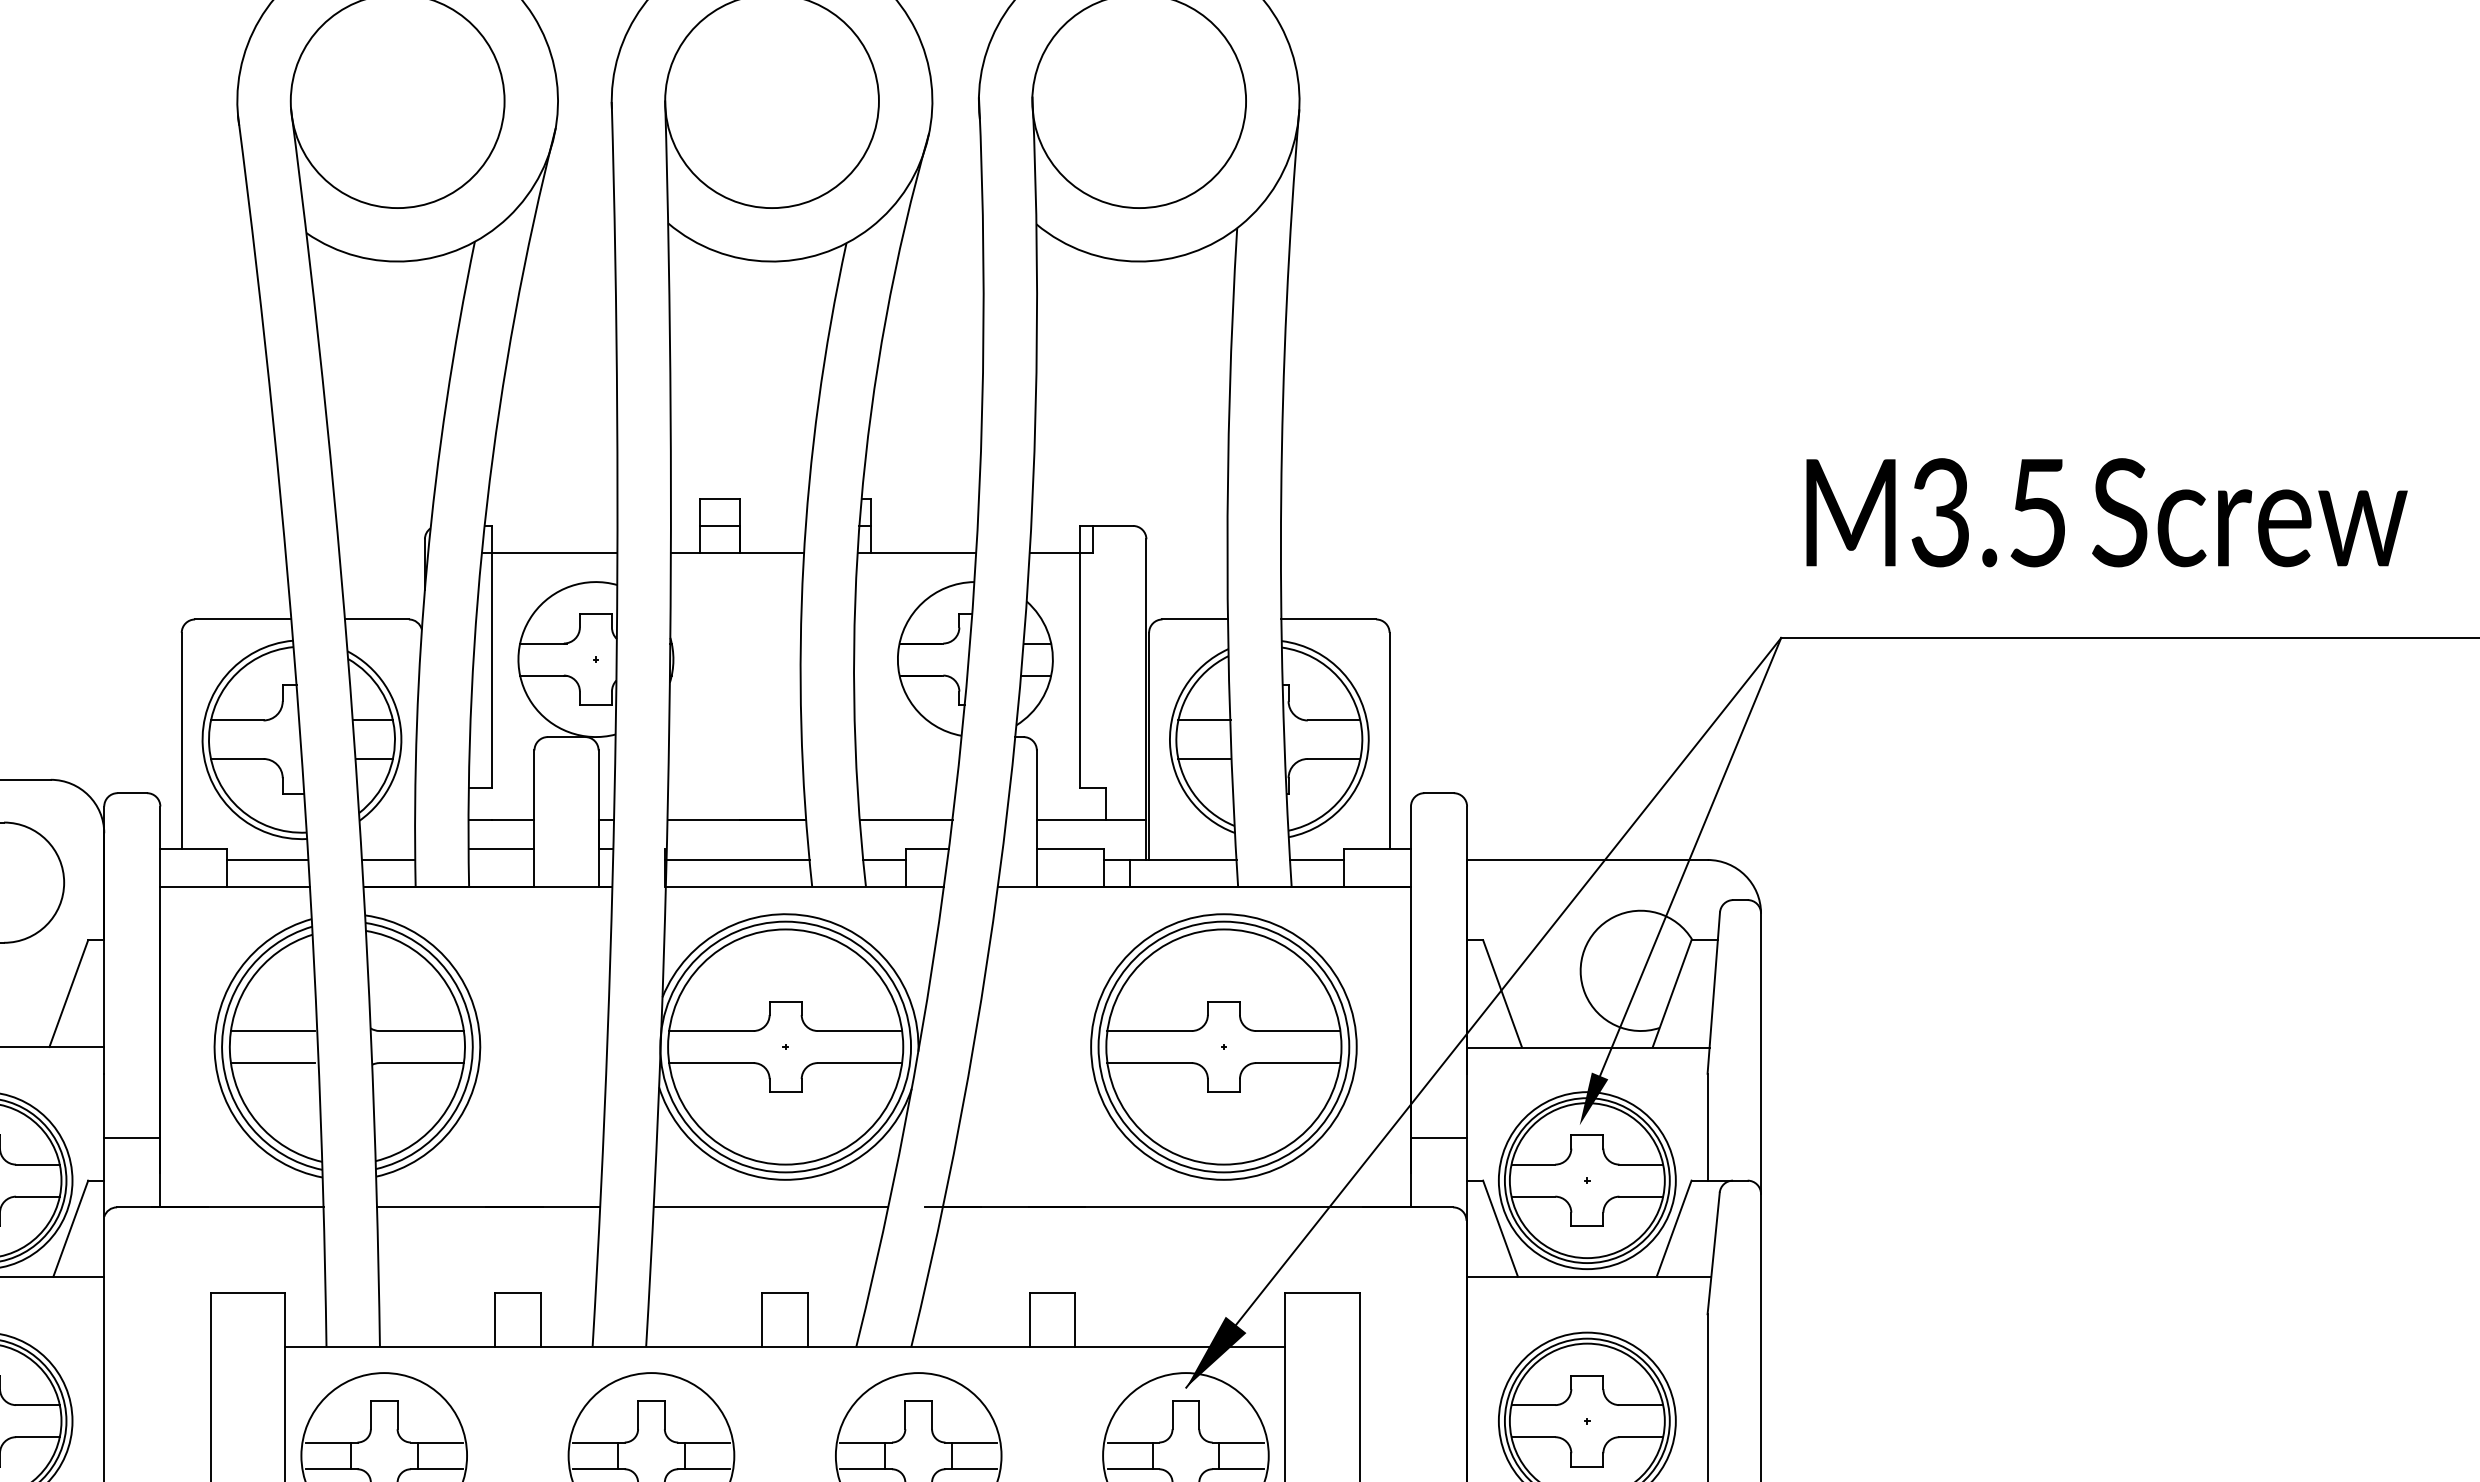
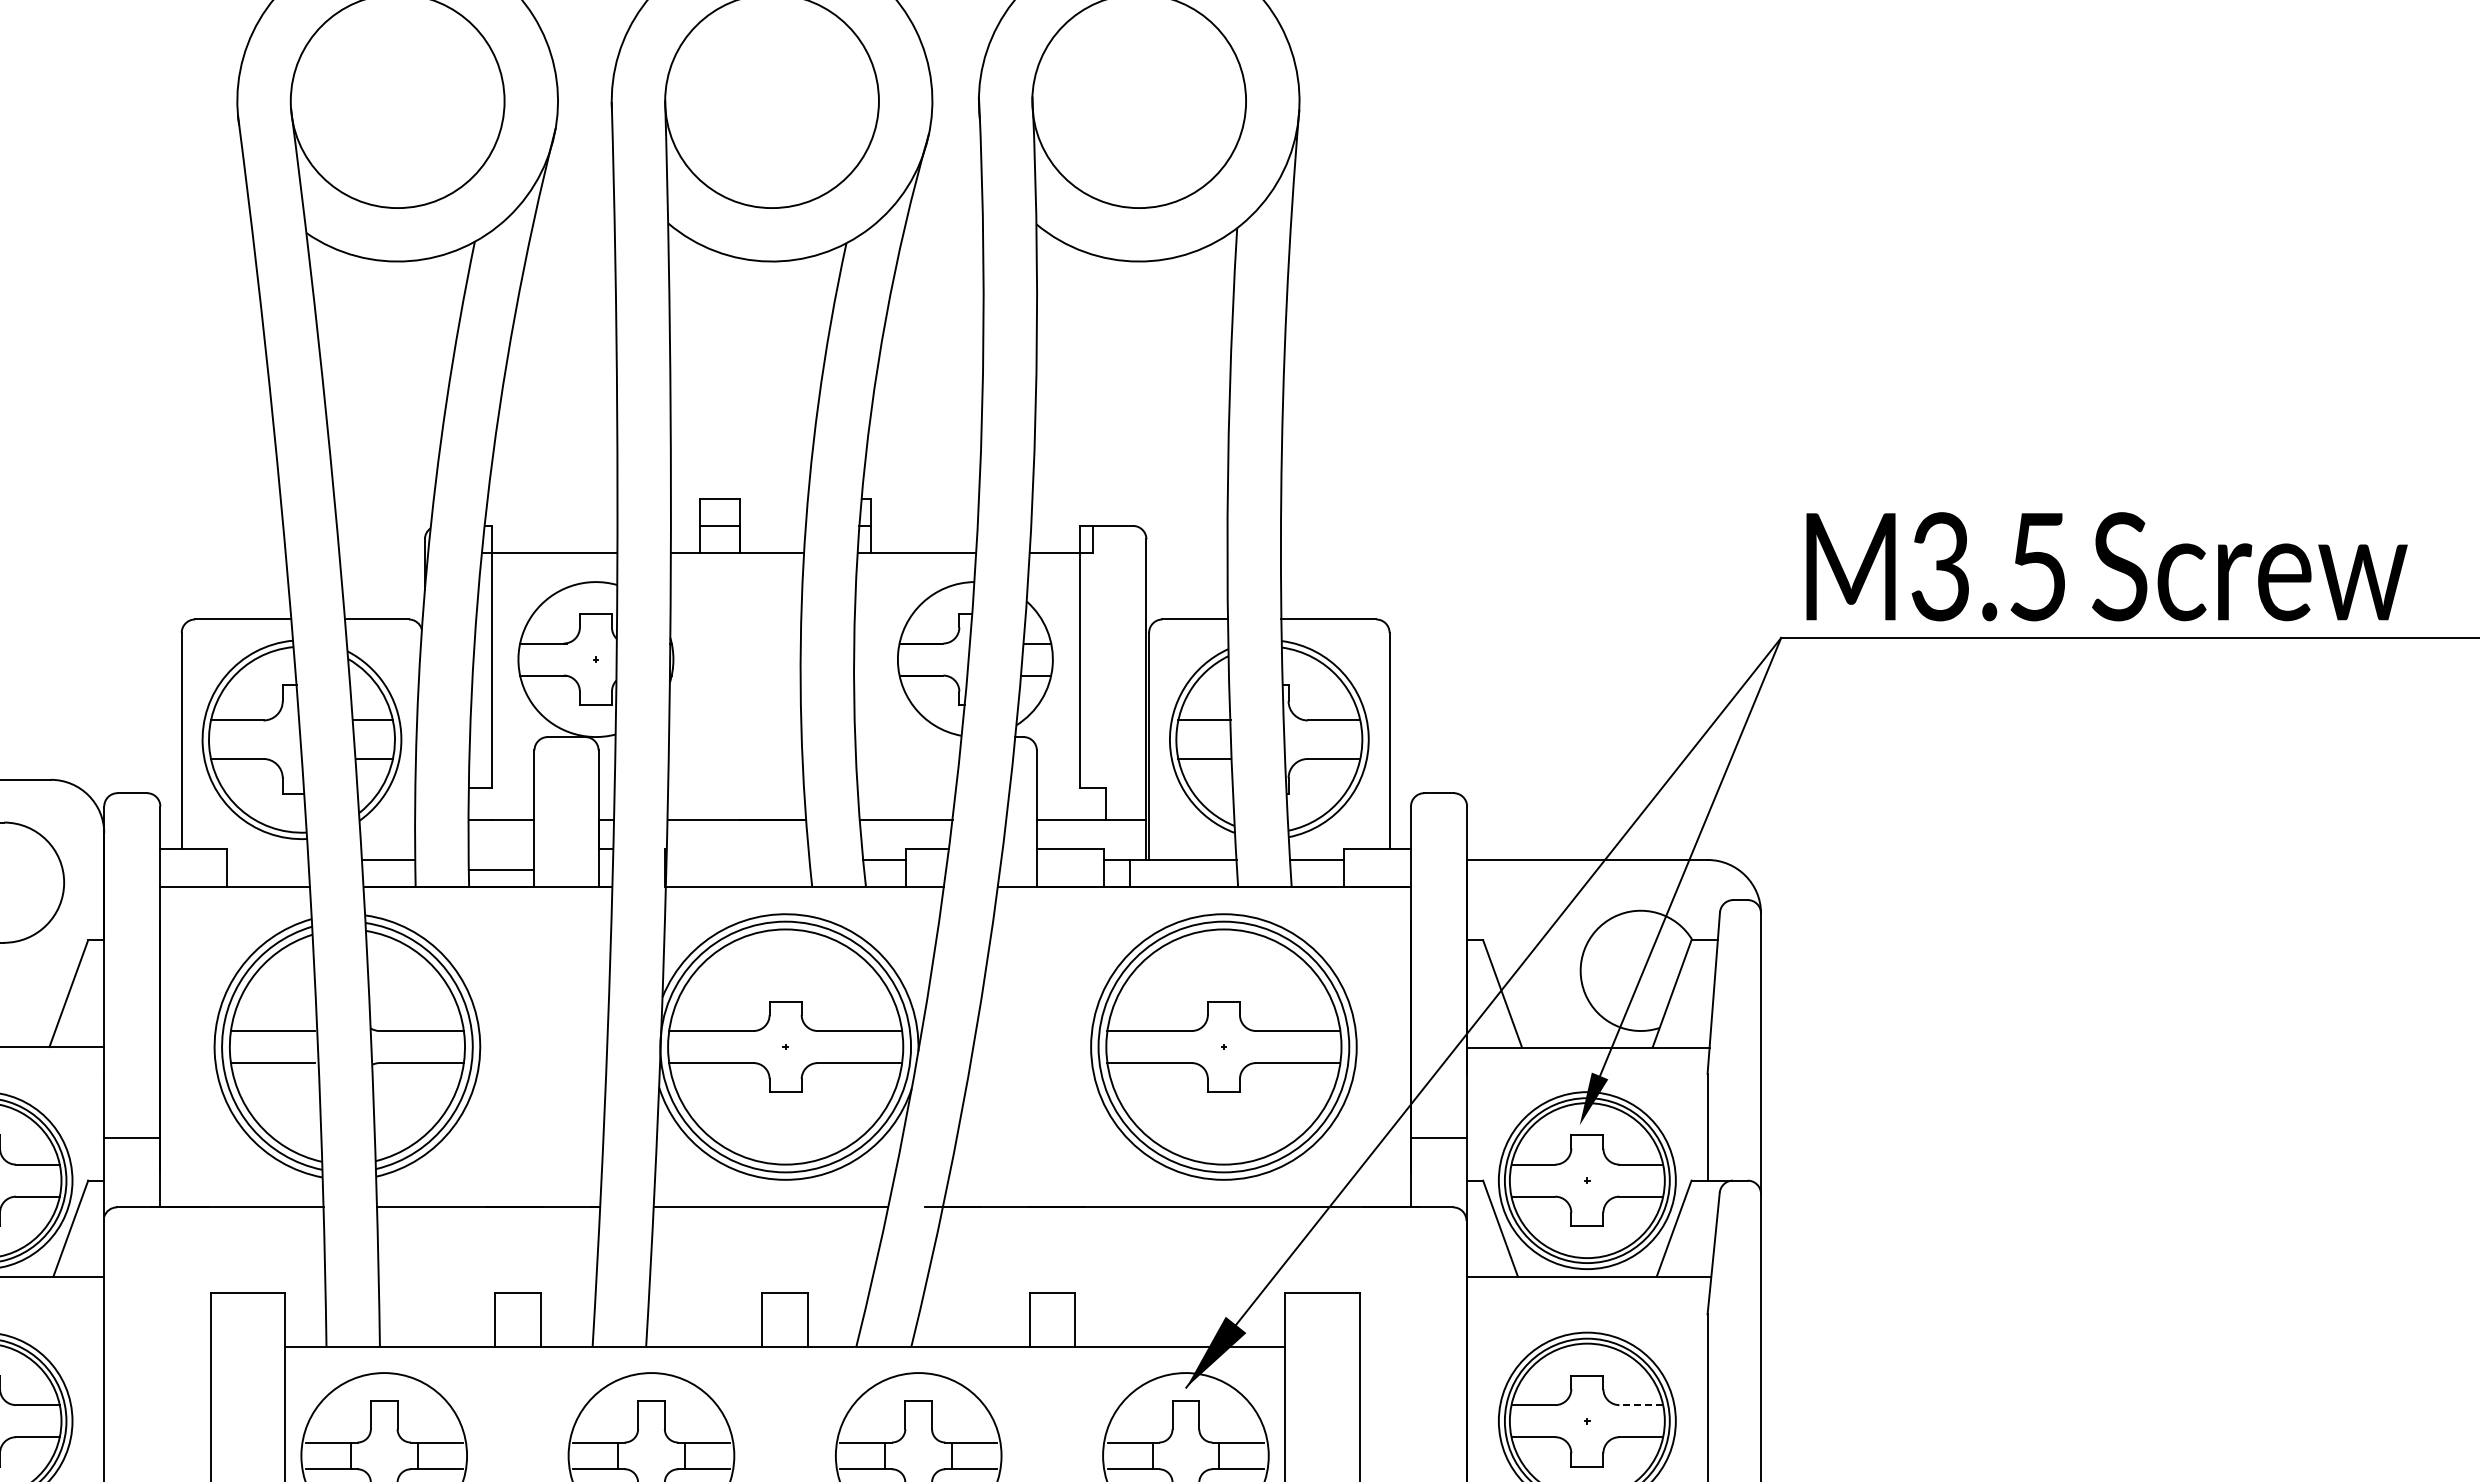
text at (2106, 512) position: (2106, 512) -> (2106, 566)
line at (501, 849) position: (501, 849) -> (501, 870)
line at (267, 859): present -> none
line at (737, 859): present -> none
line at (1641, 1405): solid -> dashed
